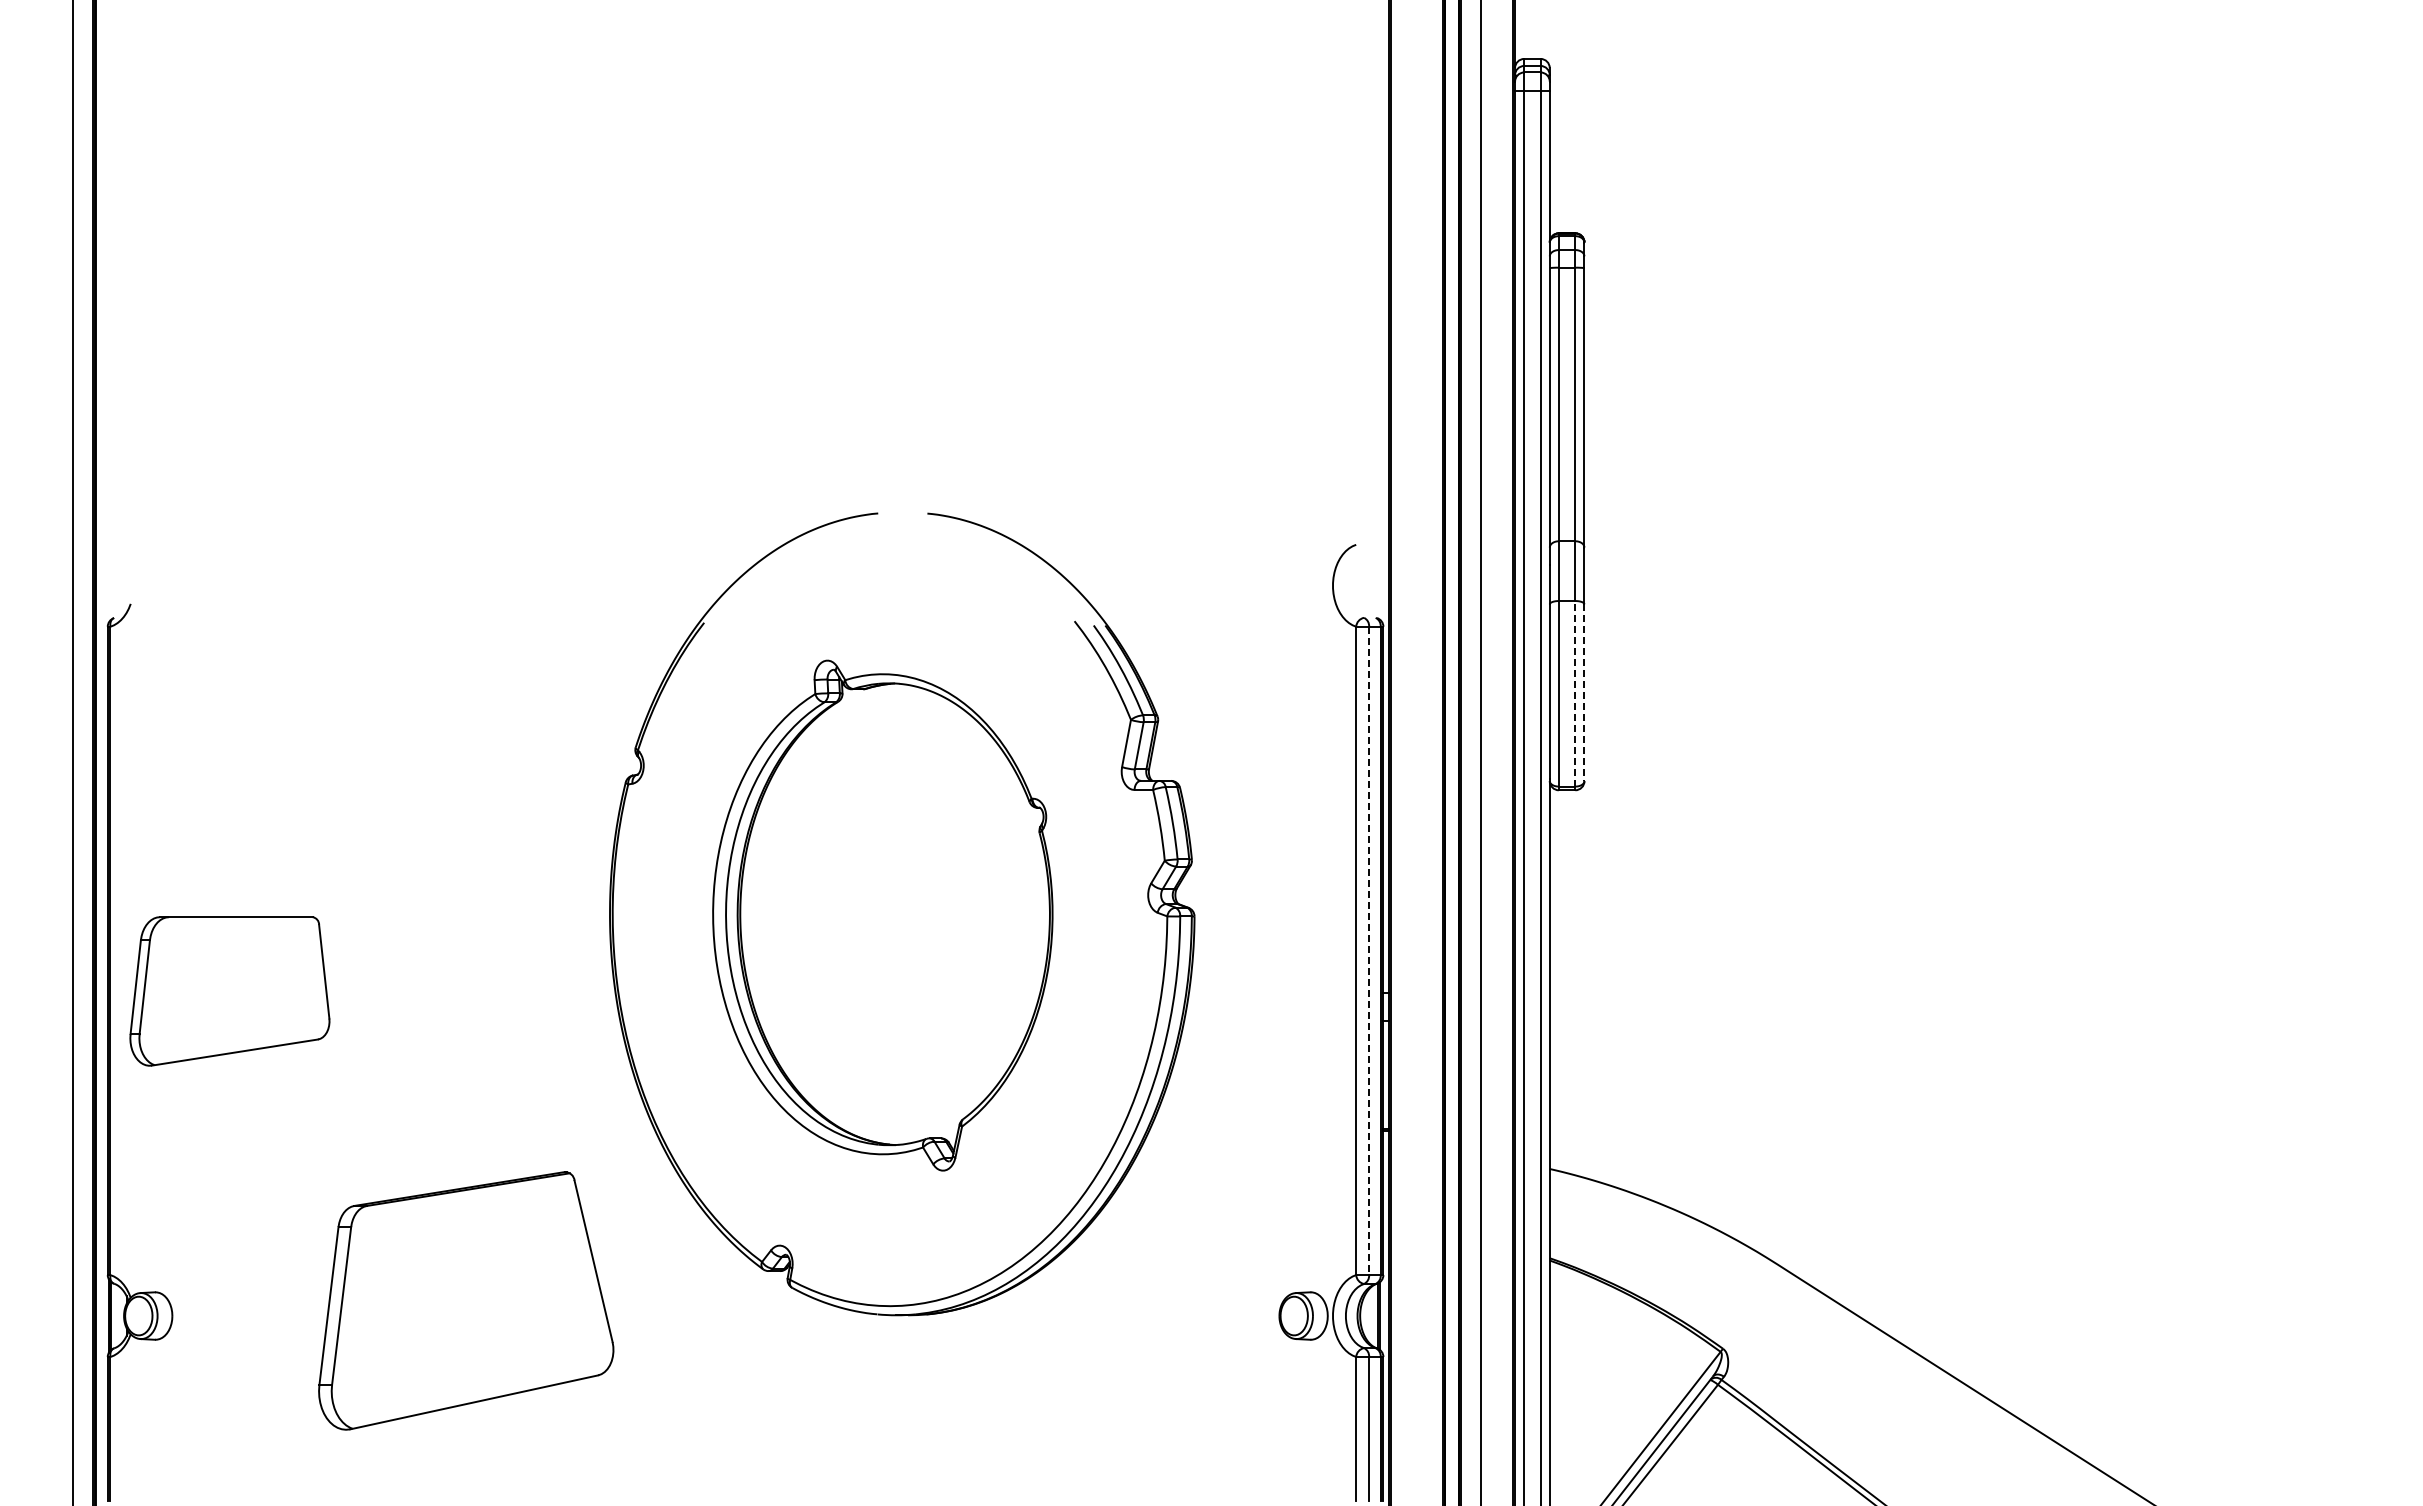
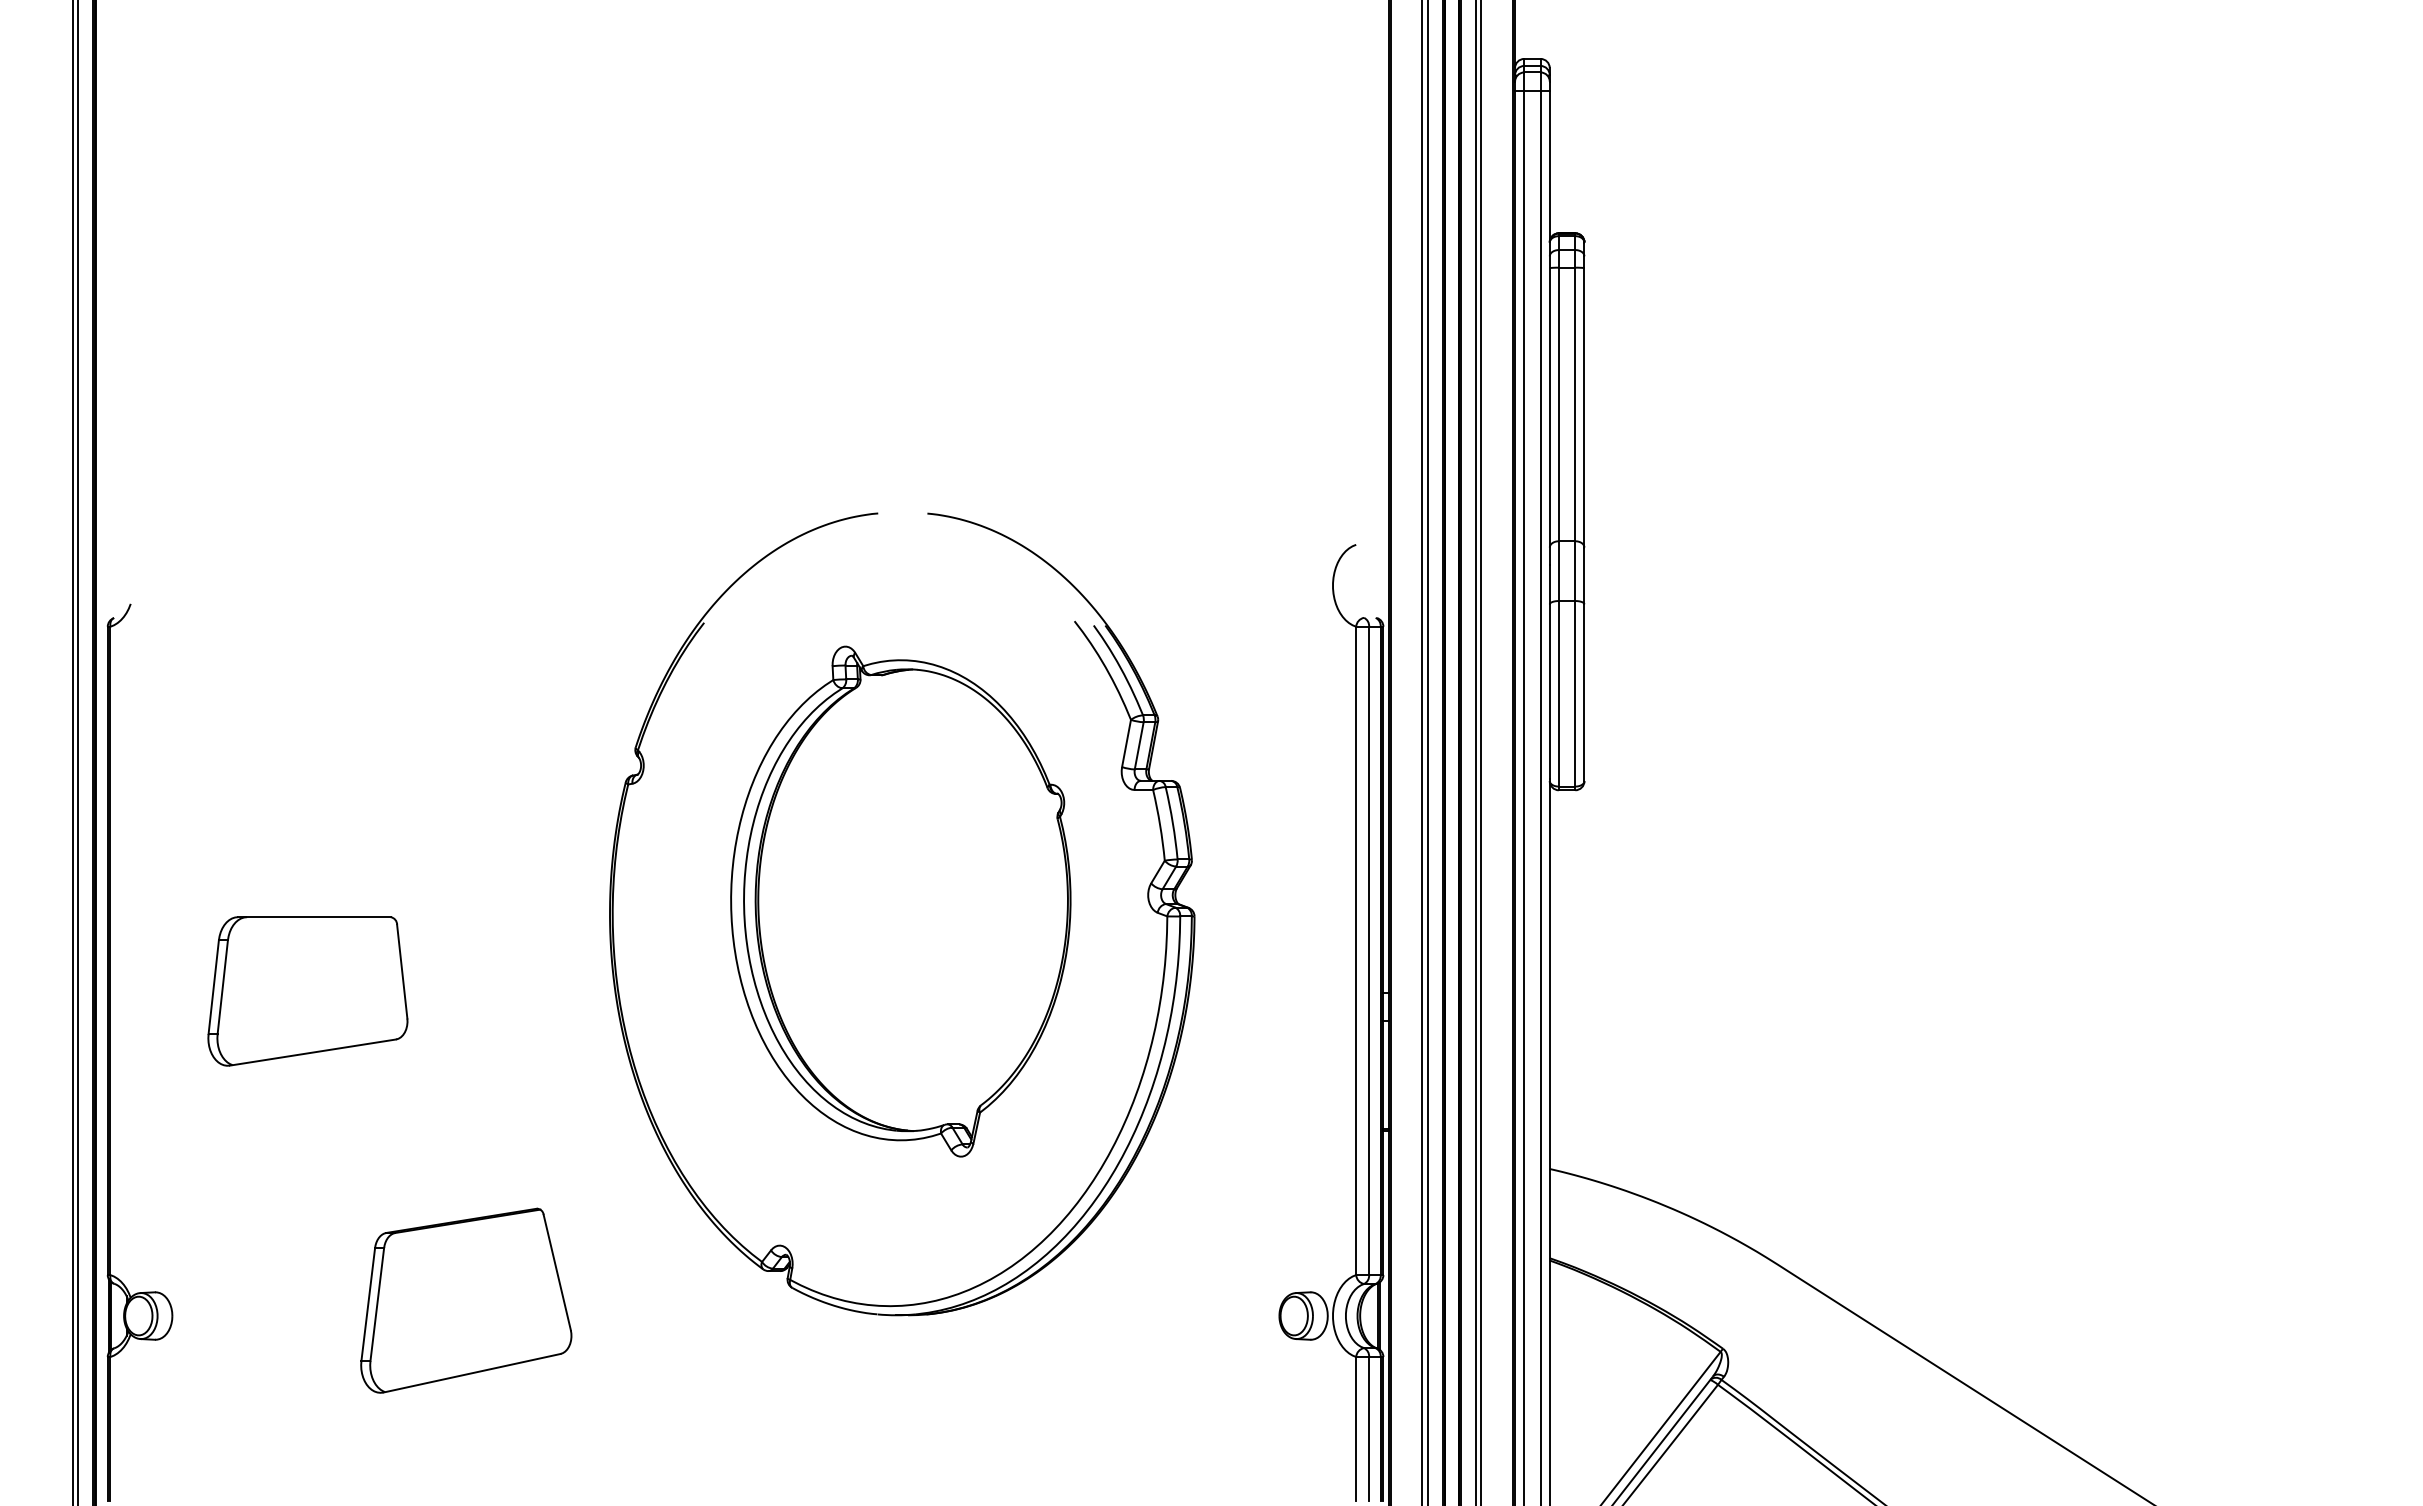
line at (1575, 693): dashed -> solid
line at (1584, 693): dashed -> solid
line at (77, 752): none -> present
line at (1422, 752): none -> present
line at (1427, 752): none -> present
line at (1476, 752): none -> present
part at (882, 915) position: (882, 915) -> (900, 901)
line at (1369, 951): dashed -> solid
part at (229, 991) position: (229, 991) -> (307, 991)
part at (466, 1300) size: 297x260 px -> 213x187 px
